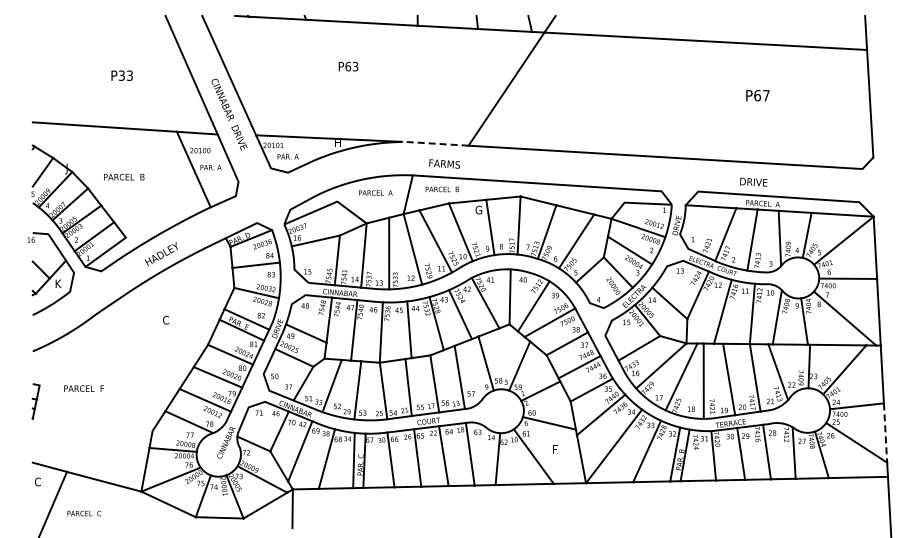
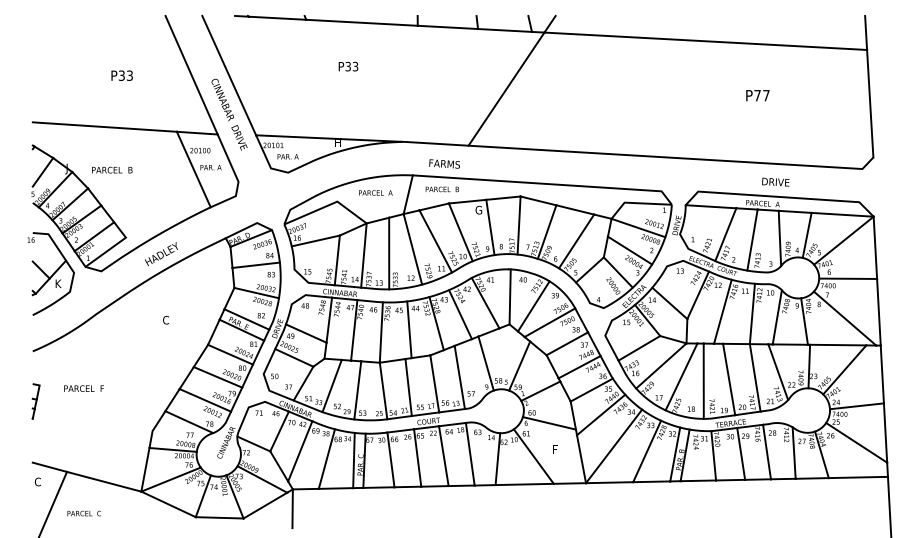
text at (348, 66): P63 -> P33
text at (757, 95): P67 -> P77
line at (434, 143): dashed -> solid
text at (124, 176) position: (124, 176) -> (112, 169)
text at (753, 181) position: (753, 181) -> (775, 181)
line at (885, 433): dashed -> solid
